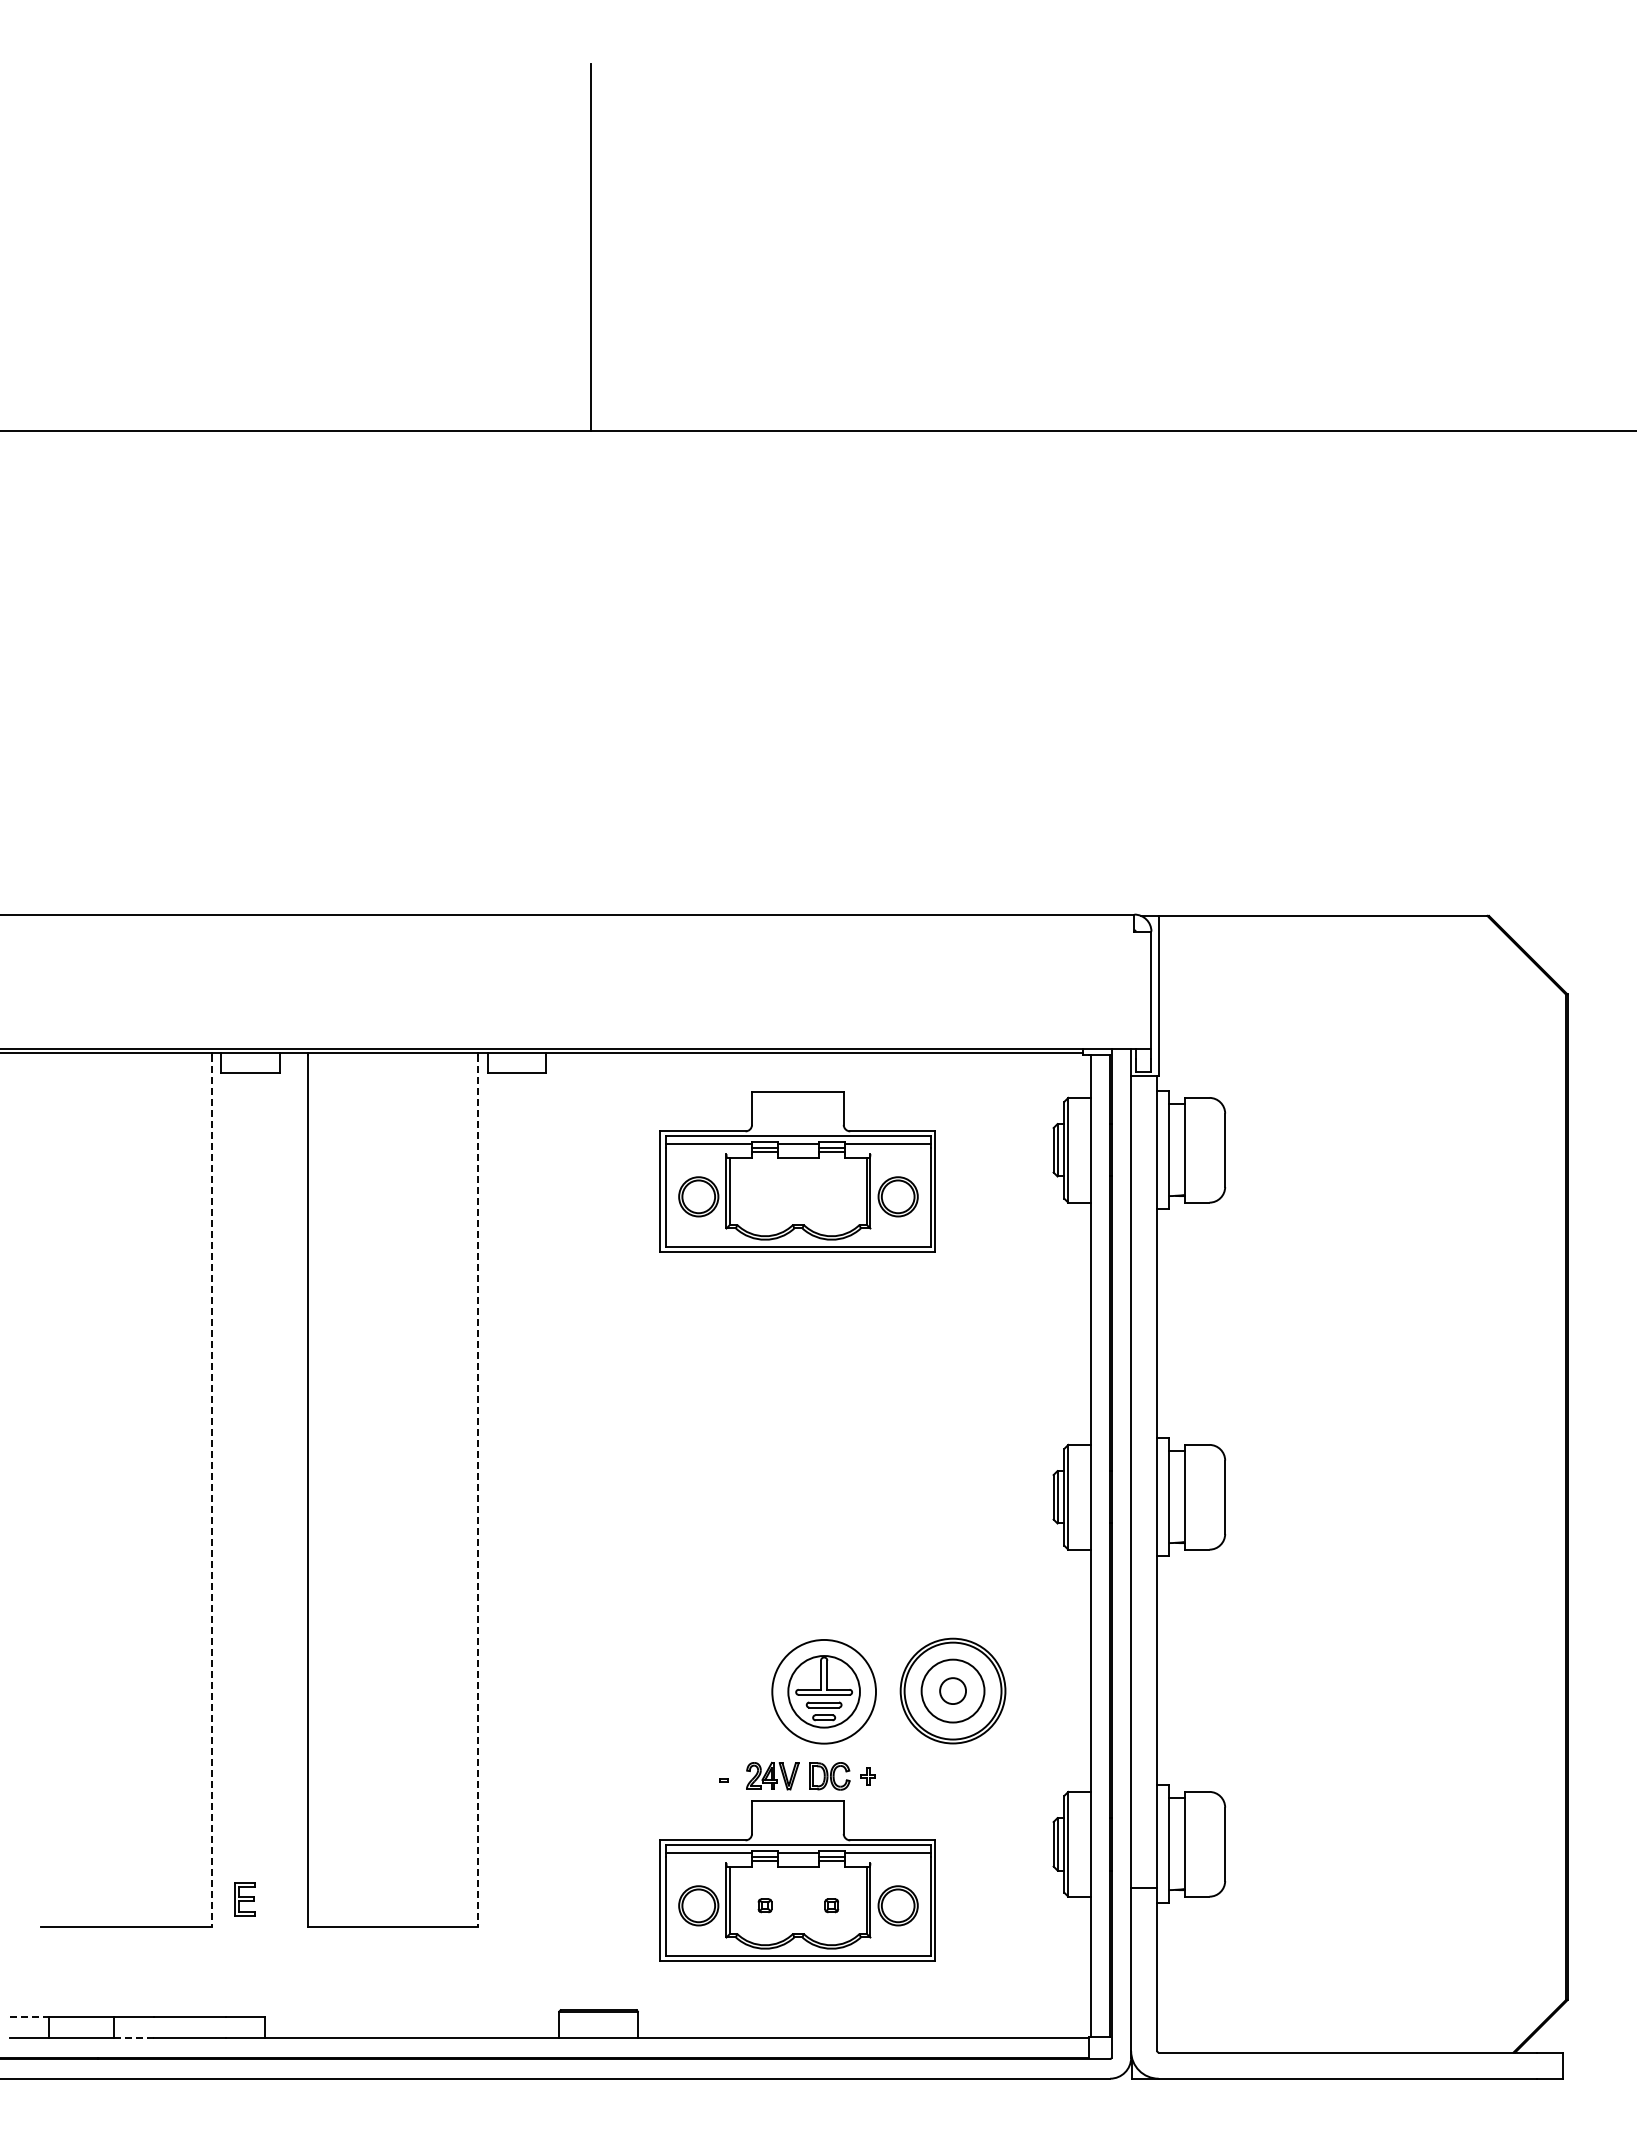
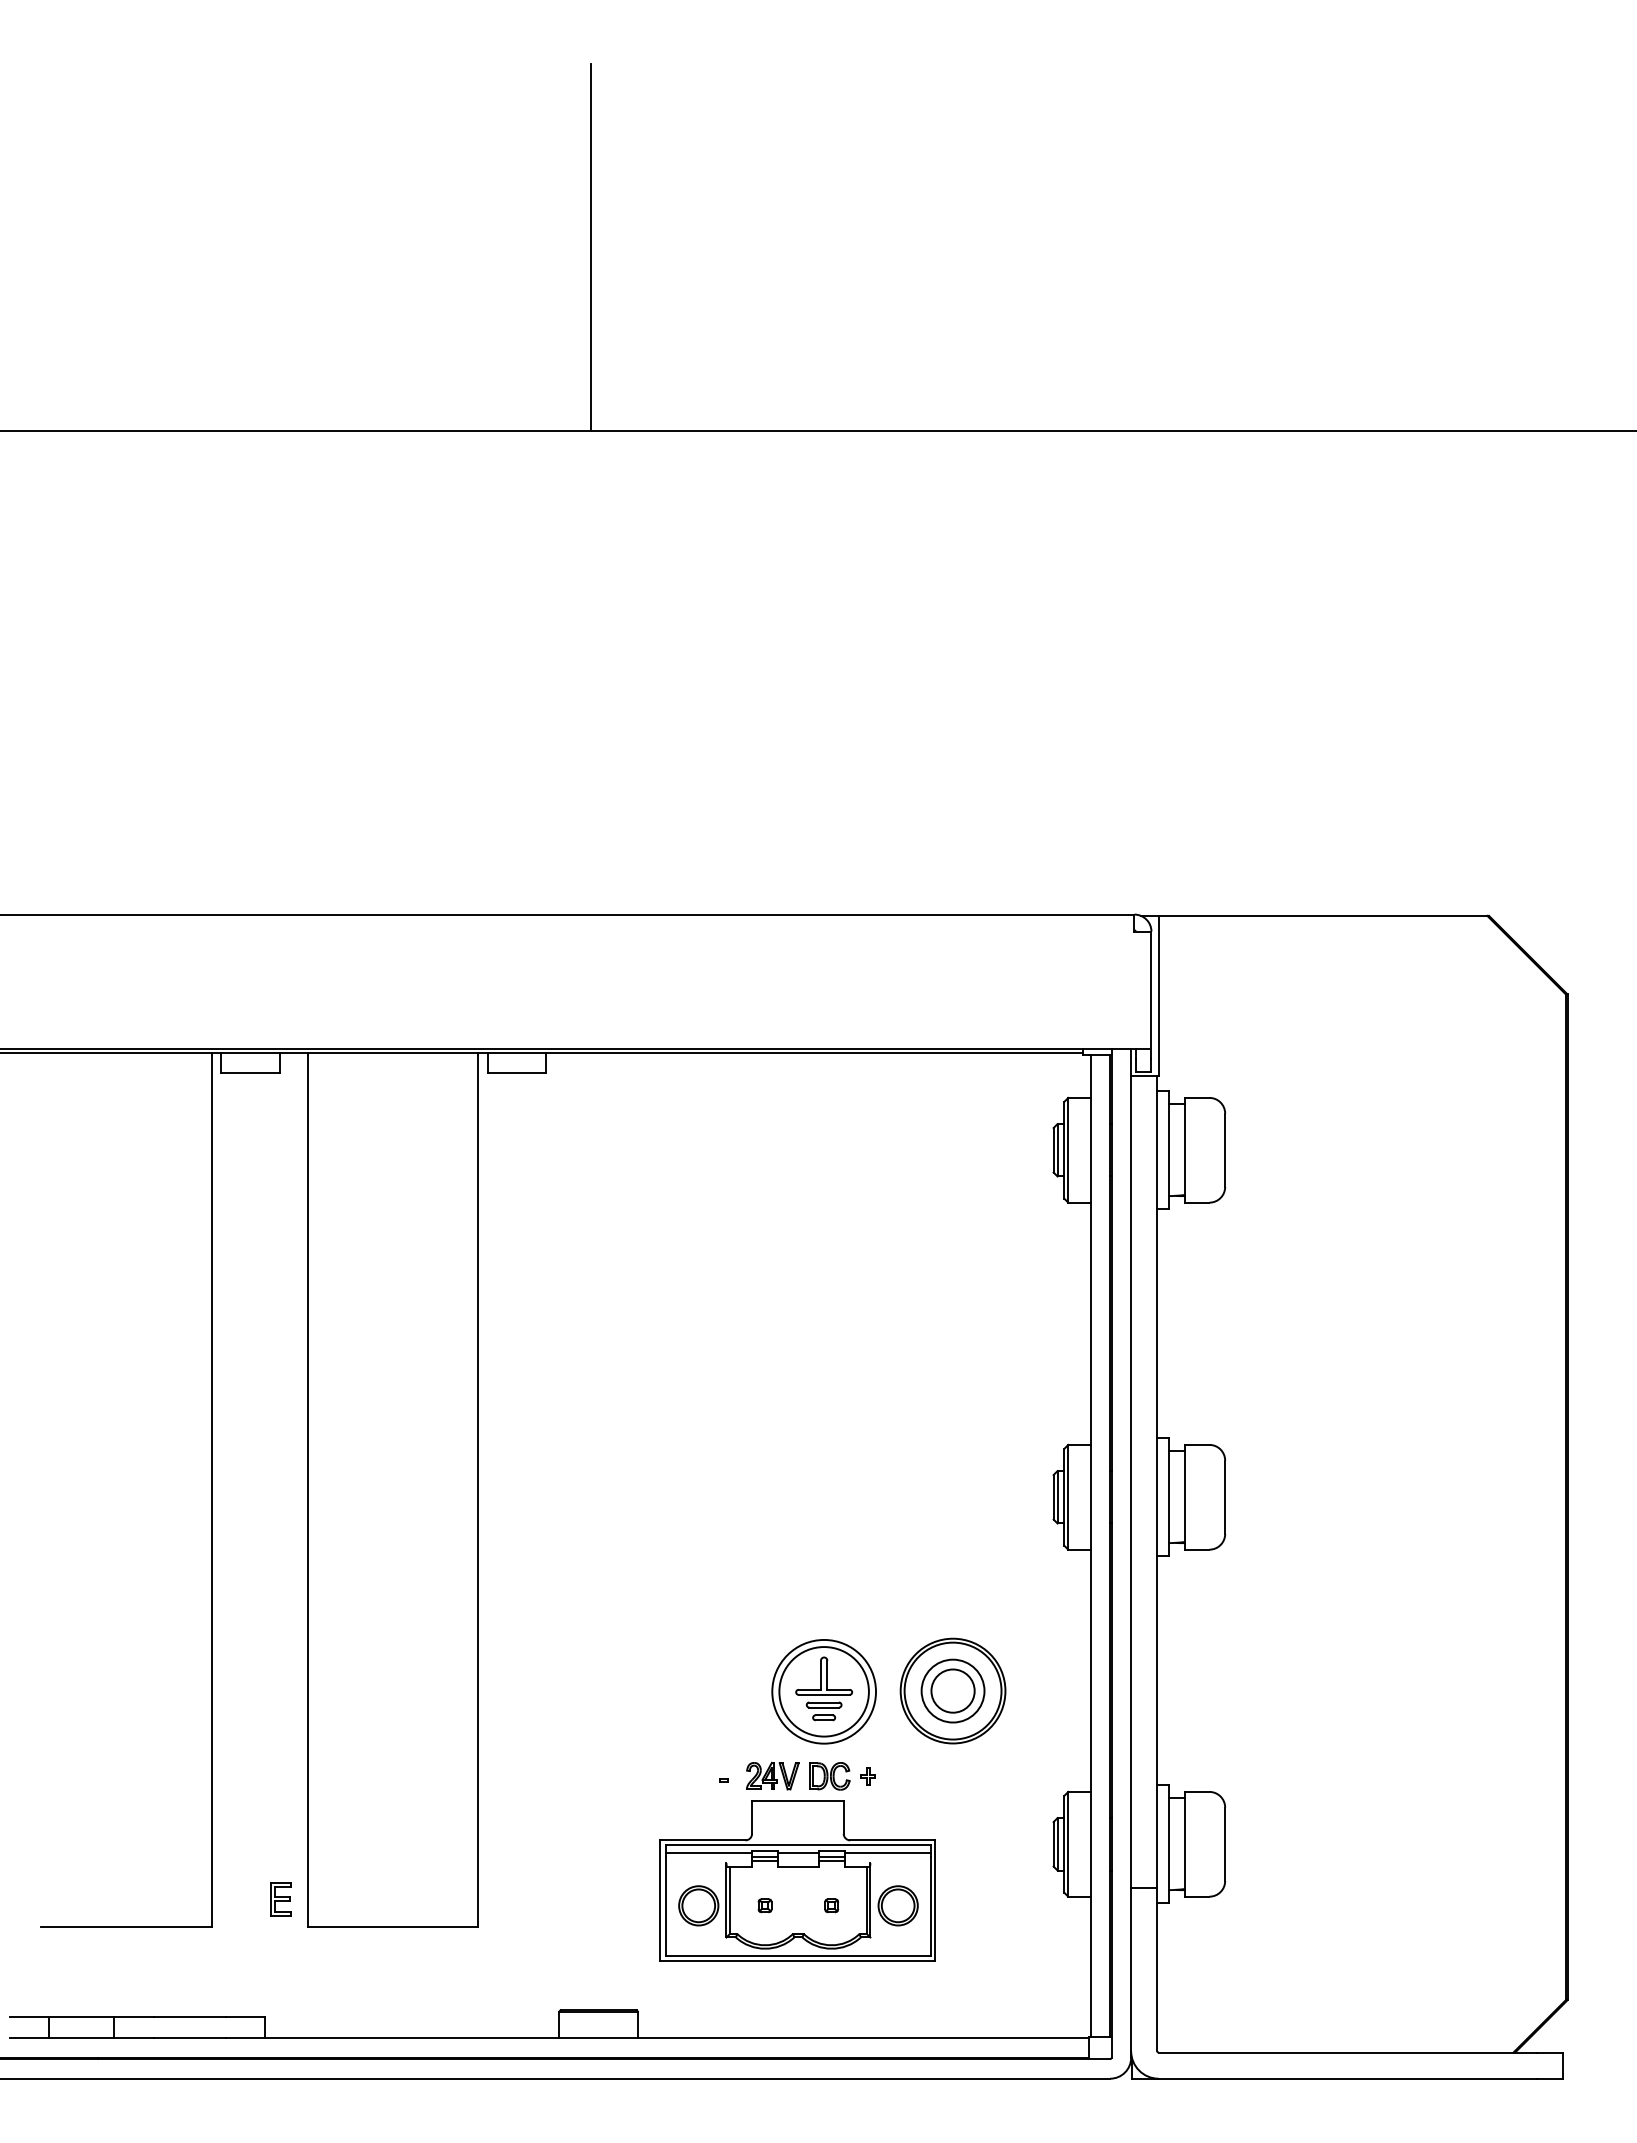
part at (797, 1171): present -> none
line at (211, 1491): dashed -> solid
line at (477, 1491): dashed -> solid
circle at (823, 1691) diameter: 72 px -> 90 px
circle at (953, 1691) diameter: 26 px -> 43 px
part at (244, 1899) position: (244, 1899) -> (280, 1899)
line at (29, 2017): dashed -> solid
line at (134, 2038): dashed -> solid
